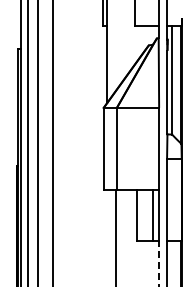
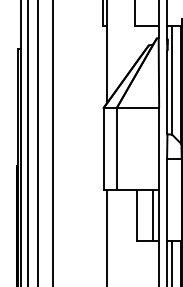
line at (116, 236) position: (116, 236) -> (107, 236)
line at (172, 262): none -> present
line at (158, 263): dashed -> solid
